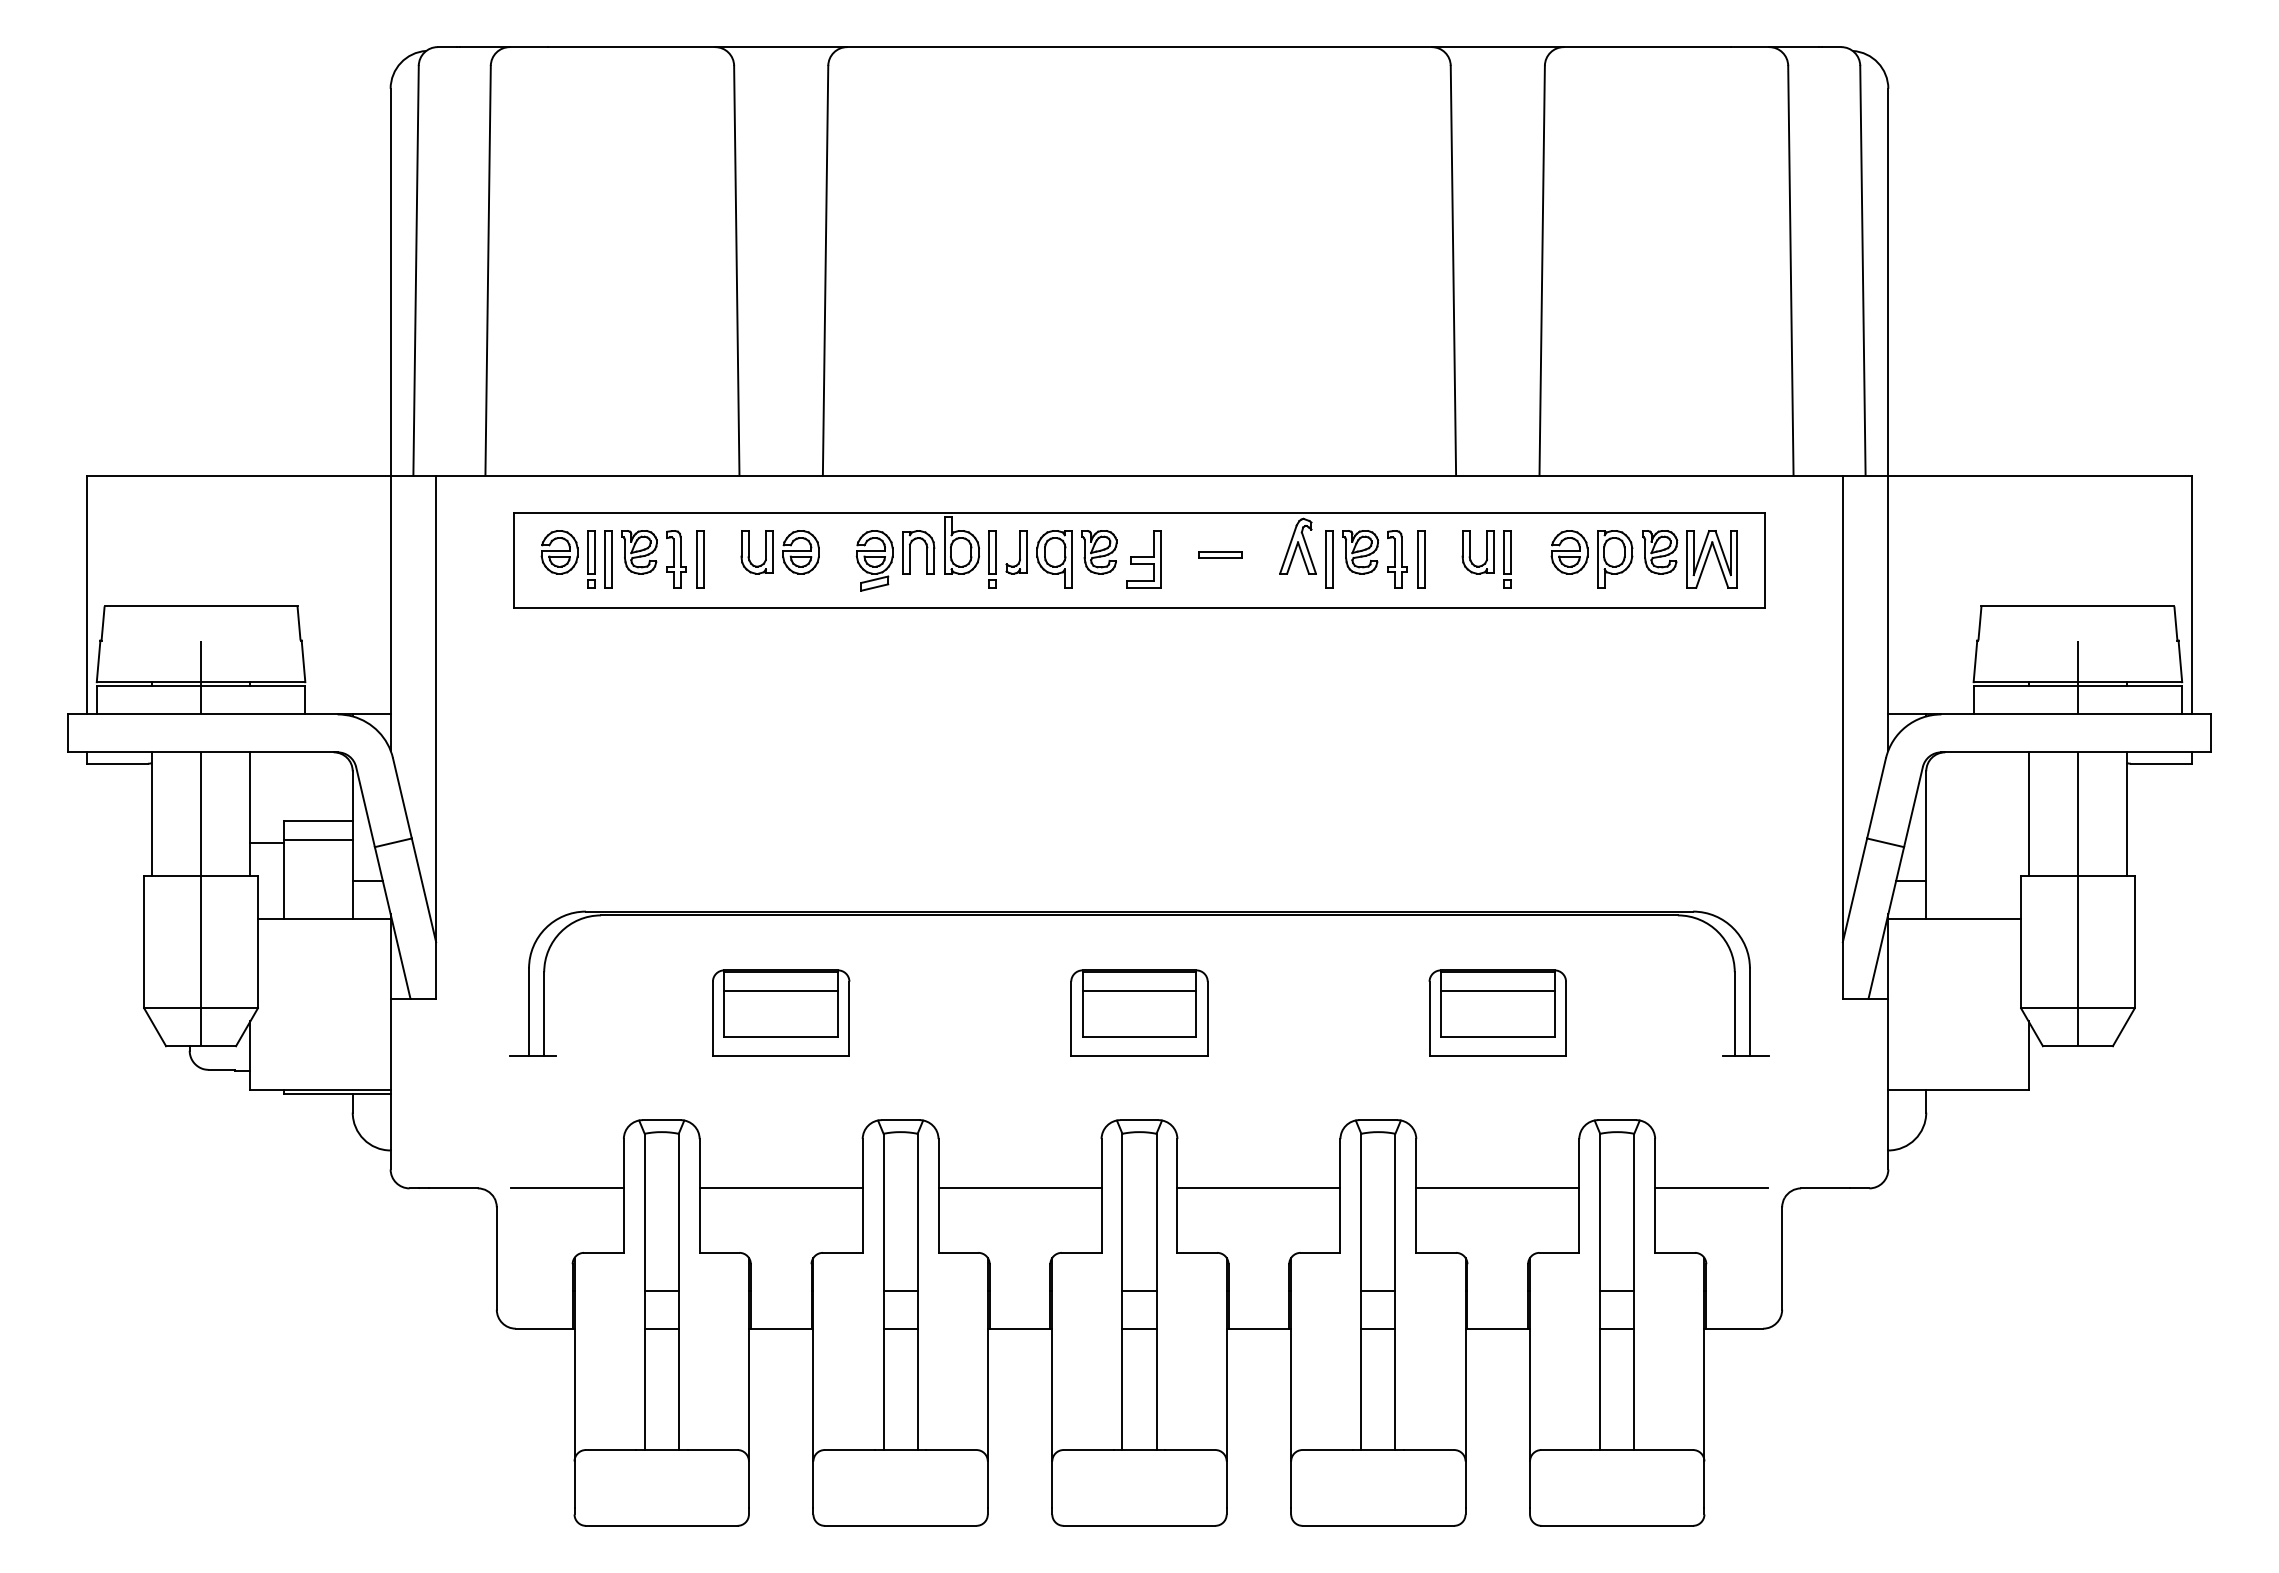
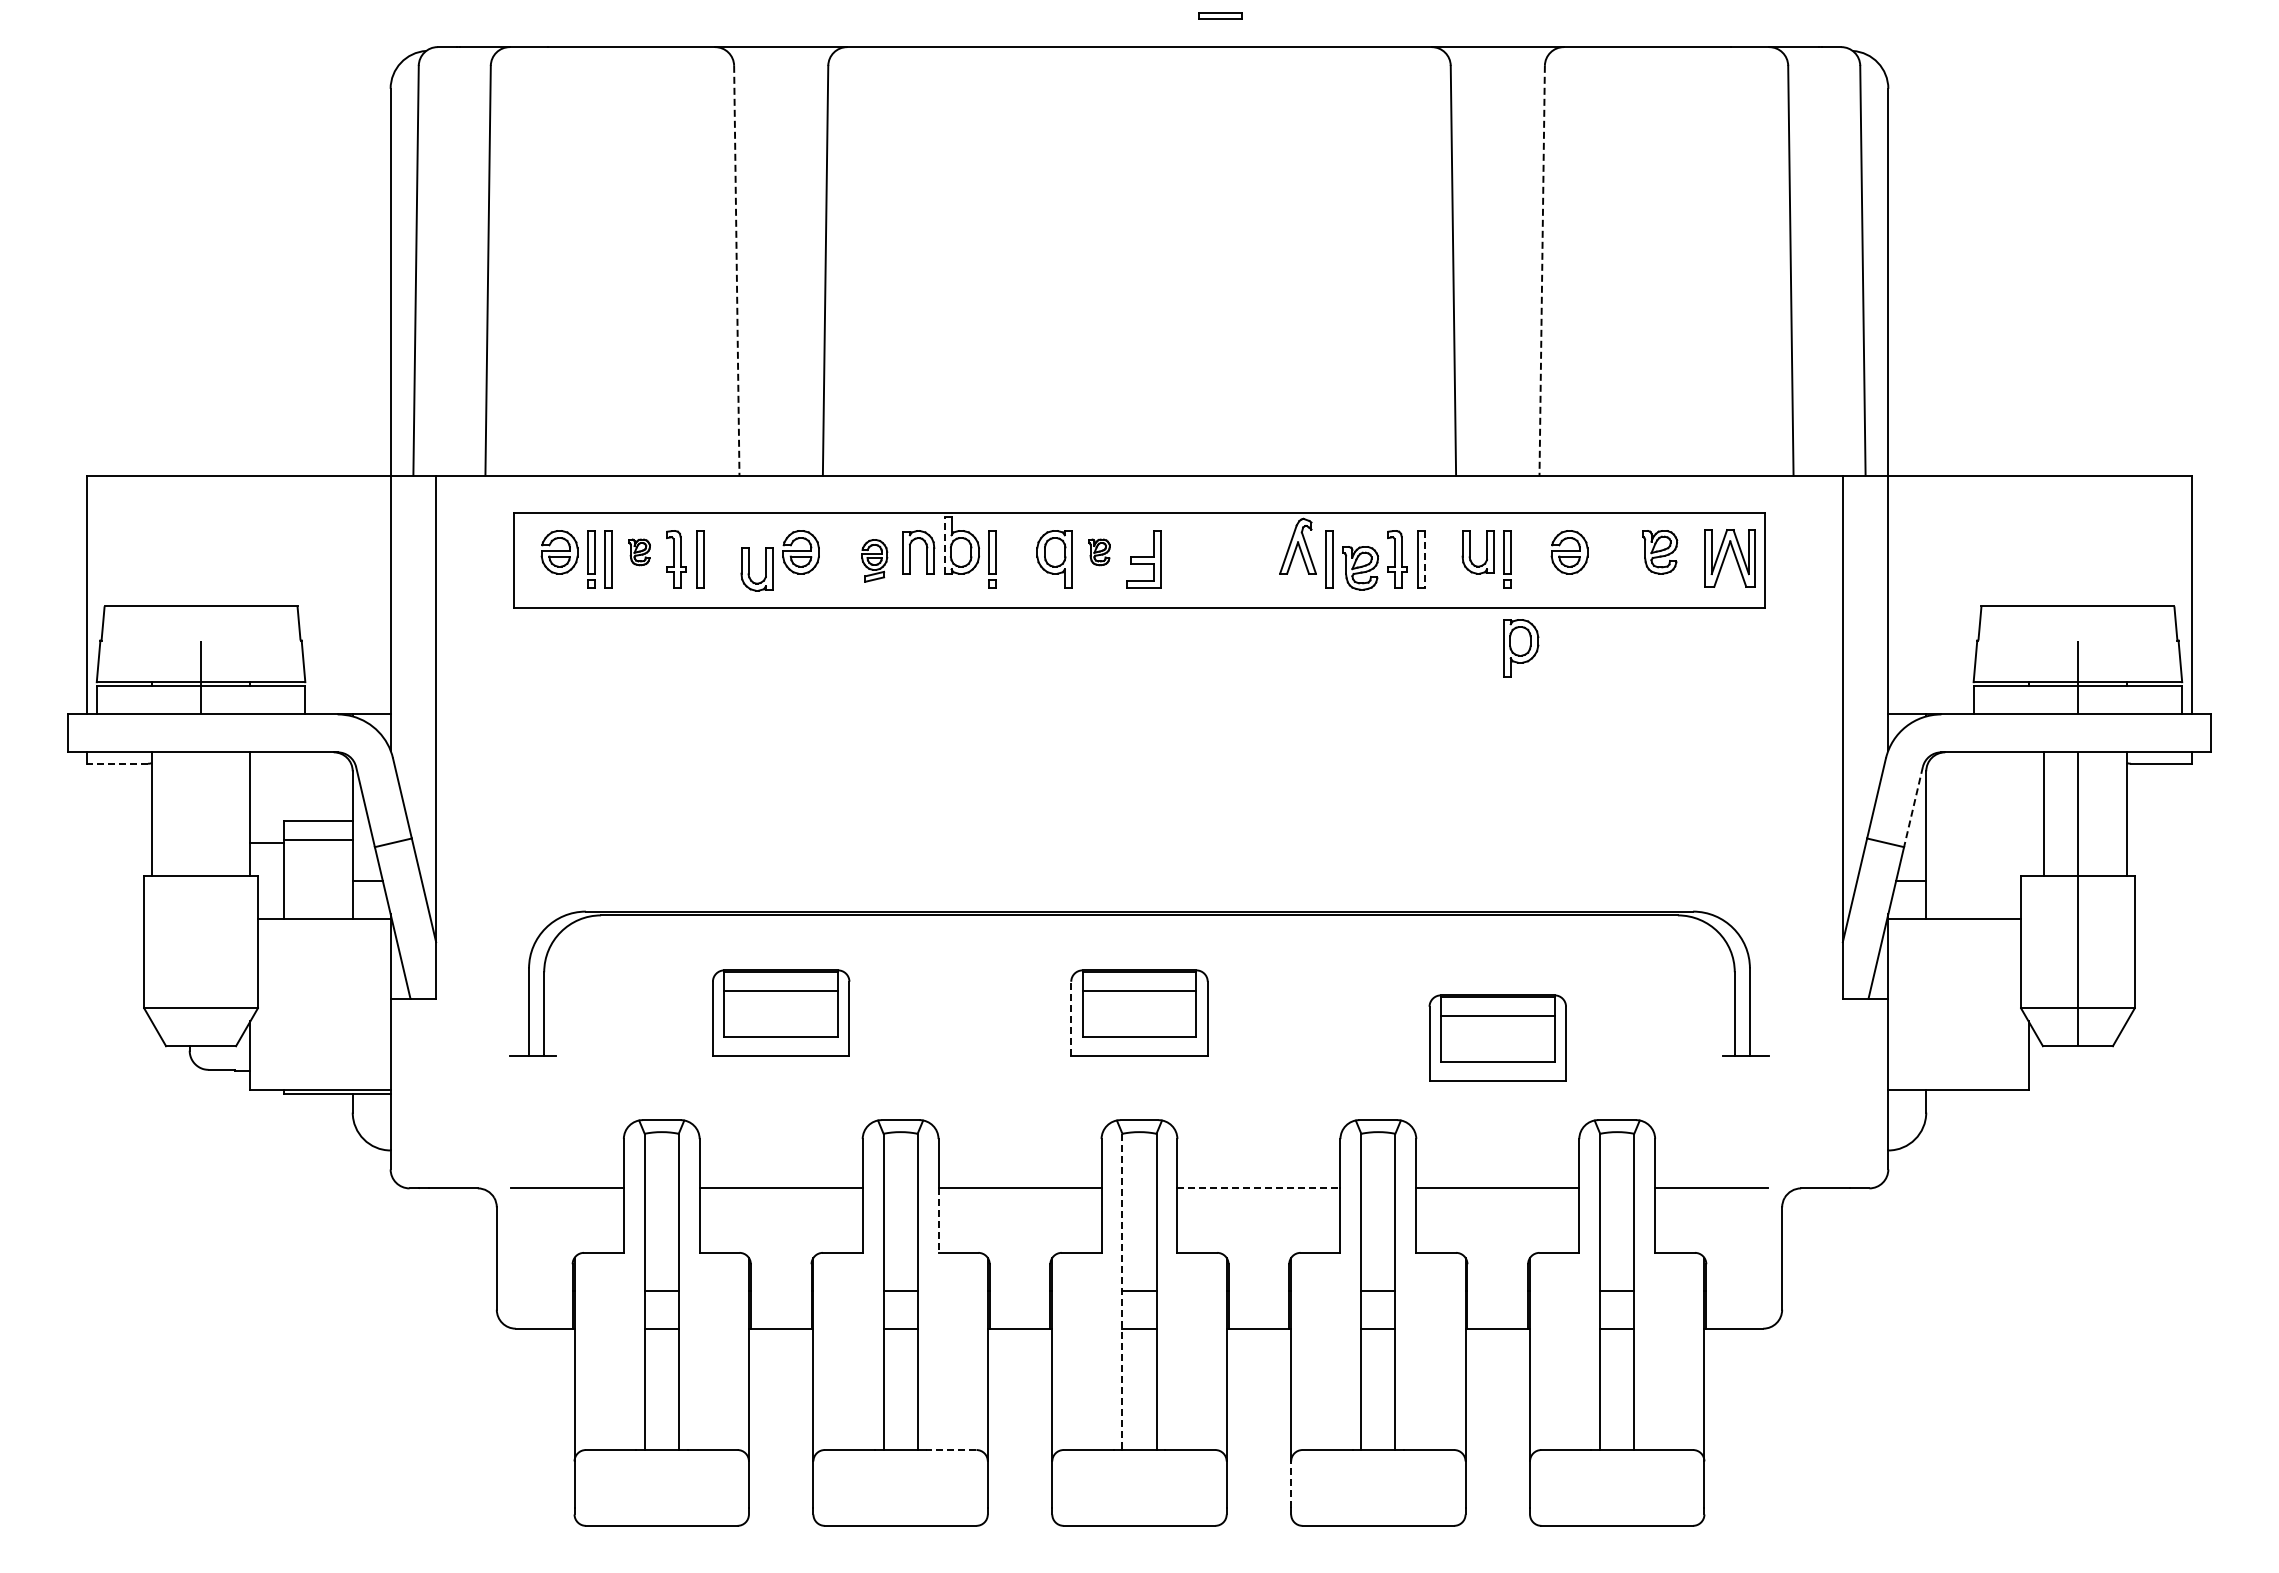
line at (736, 270): solid -> dashed
line at (1542, 270): solid -> dashed
line at (944, 544): solid -> dashed
part at (639, 552) size: 37x45 px -> 23x29 px
part at (749, 552) position: (749, 552) -> (749, 569)
part at (1016, 552): present -> none
part at (1099, 552) size: 37x45 px -> 23x29 px
part at (1360, 552) position: (1360, 552) -> (1360, 568)
part at (1220, 554) position: (1220, 554) -> (1220, 15)
line at (1424, 559): solid -> dashed
part at (1615, 559) position: (1615, 559) -> (1521, 648)
part at (1711, 559) position: (1711, 559) -> (1729, 558)
part at (874, 560) size: 39x62 px -> 28x44 px
line at (117, 763): solid -> dashed
line at (1913, 807): solid -> dashed
line at (2028, 813) position: (2028, 813) -> (2043, 813)
line at (201, 899): present -> none
part at (1497, 1012) position: (1497, 1012) -> (1497, 1037)
line at (1071, 1018): solid -> dashed
line at (1258, 1188): solid -> dashed
line at (938, 1221): solid -> dashed
line at (1122, 1292): solid -> dashed
line at (950, 1450): solid -> dashed
line at (1291, 1484): solid -> dashed
